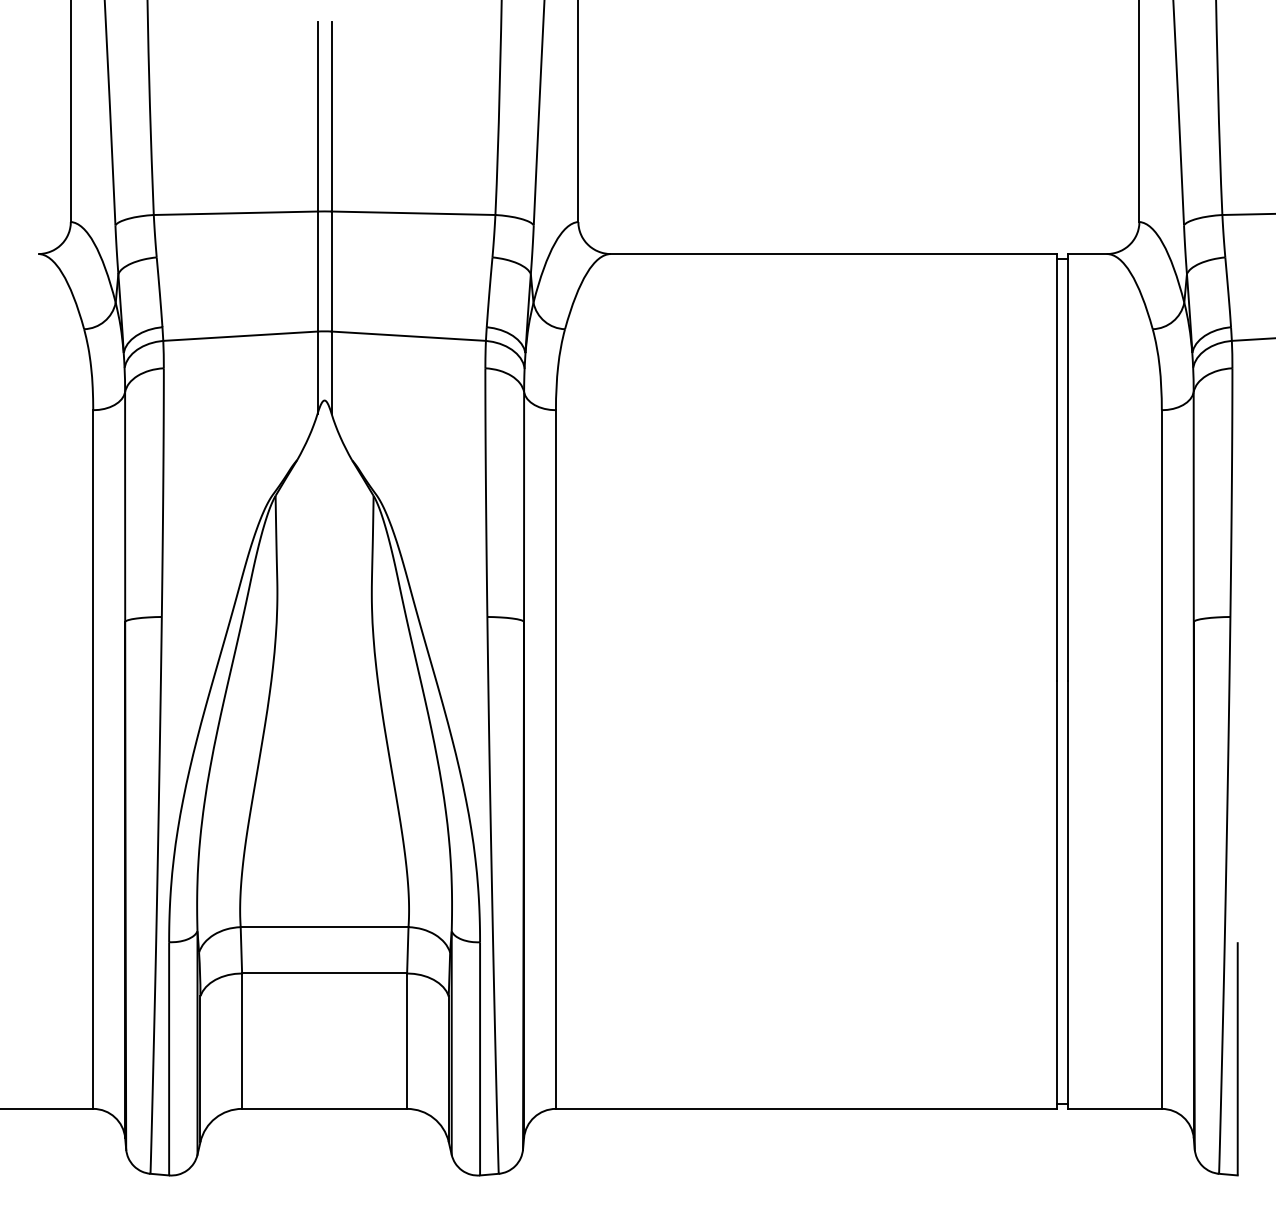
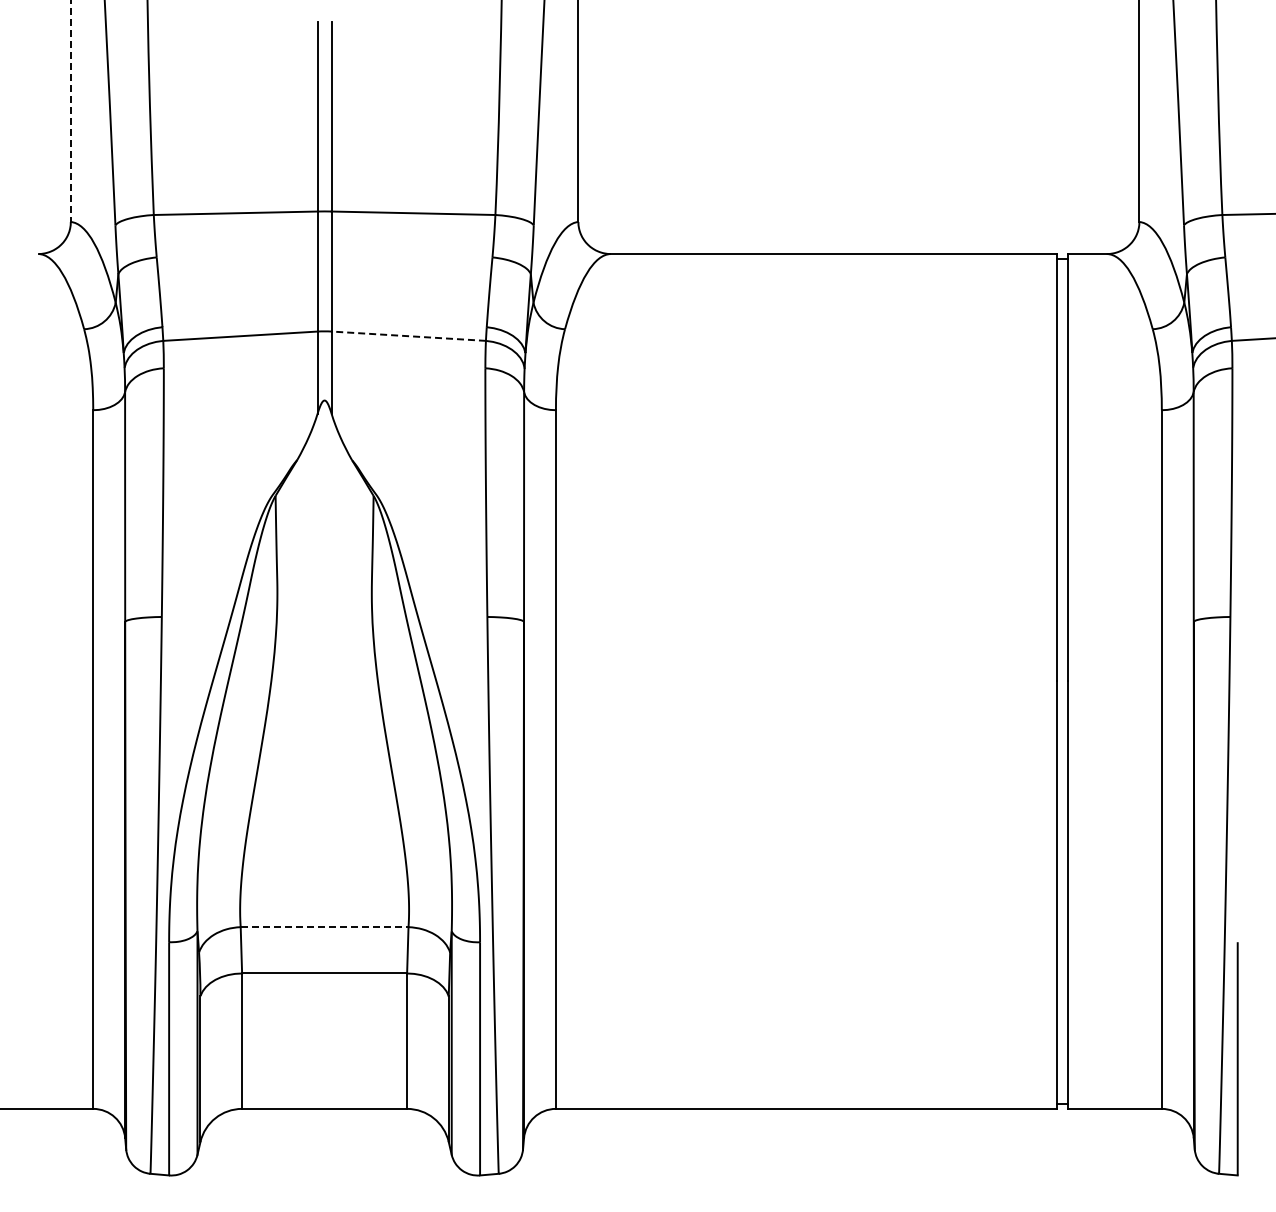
line at (70, 111): solid -> dashed
line at (408, 336): solid -> dashed
line at (324, 927): solid -> dashed
